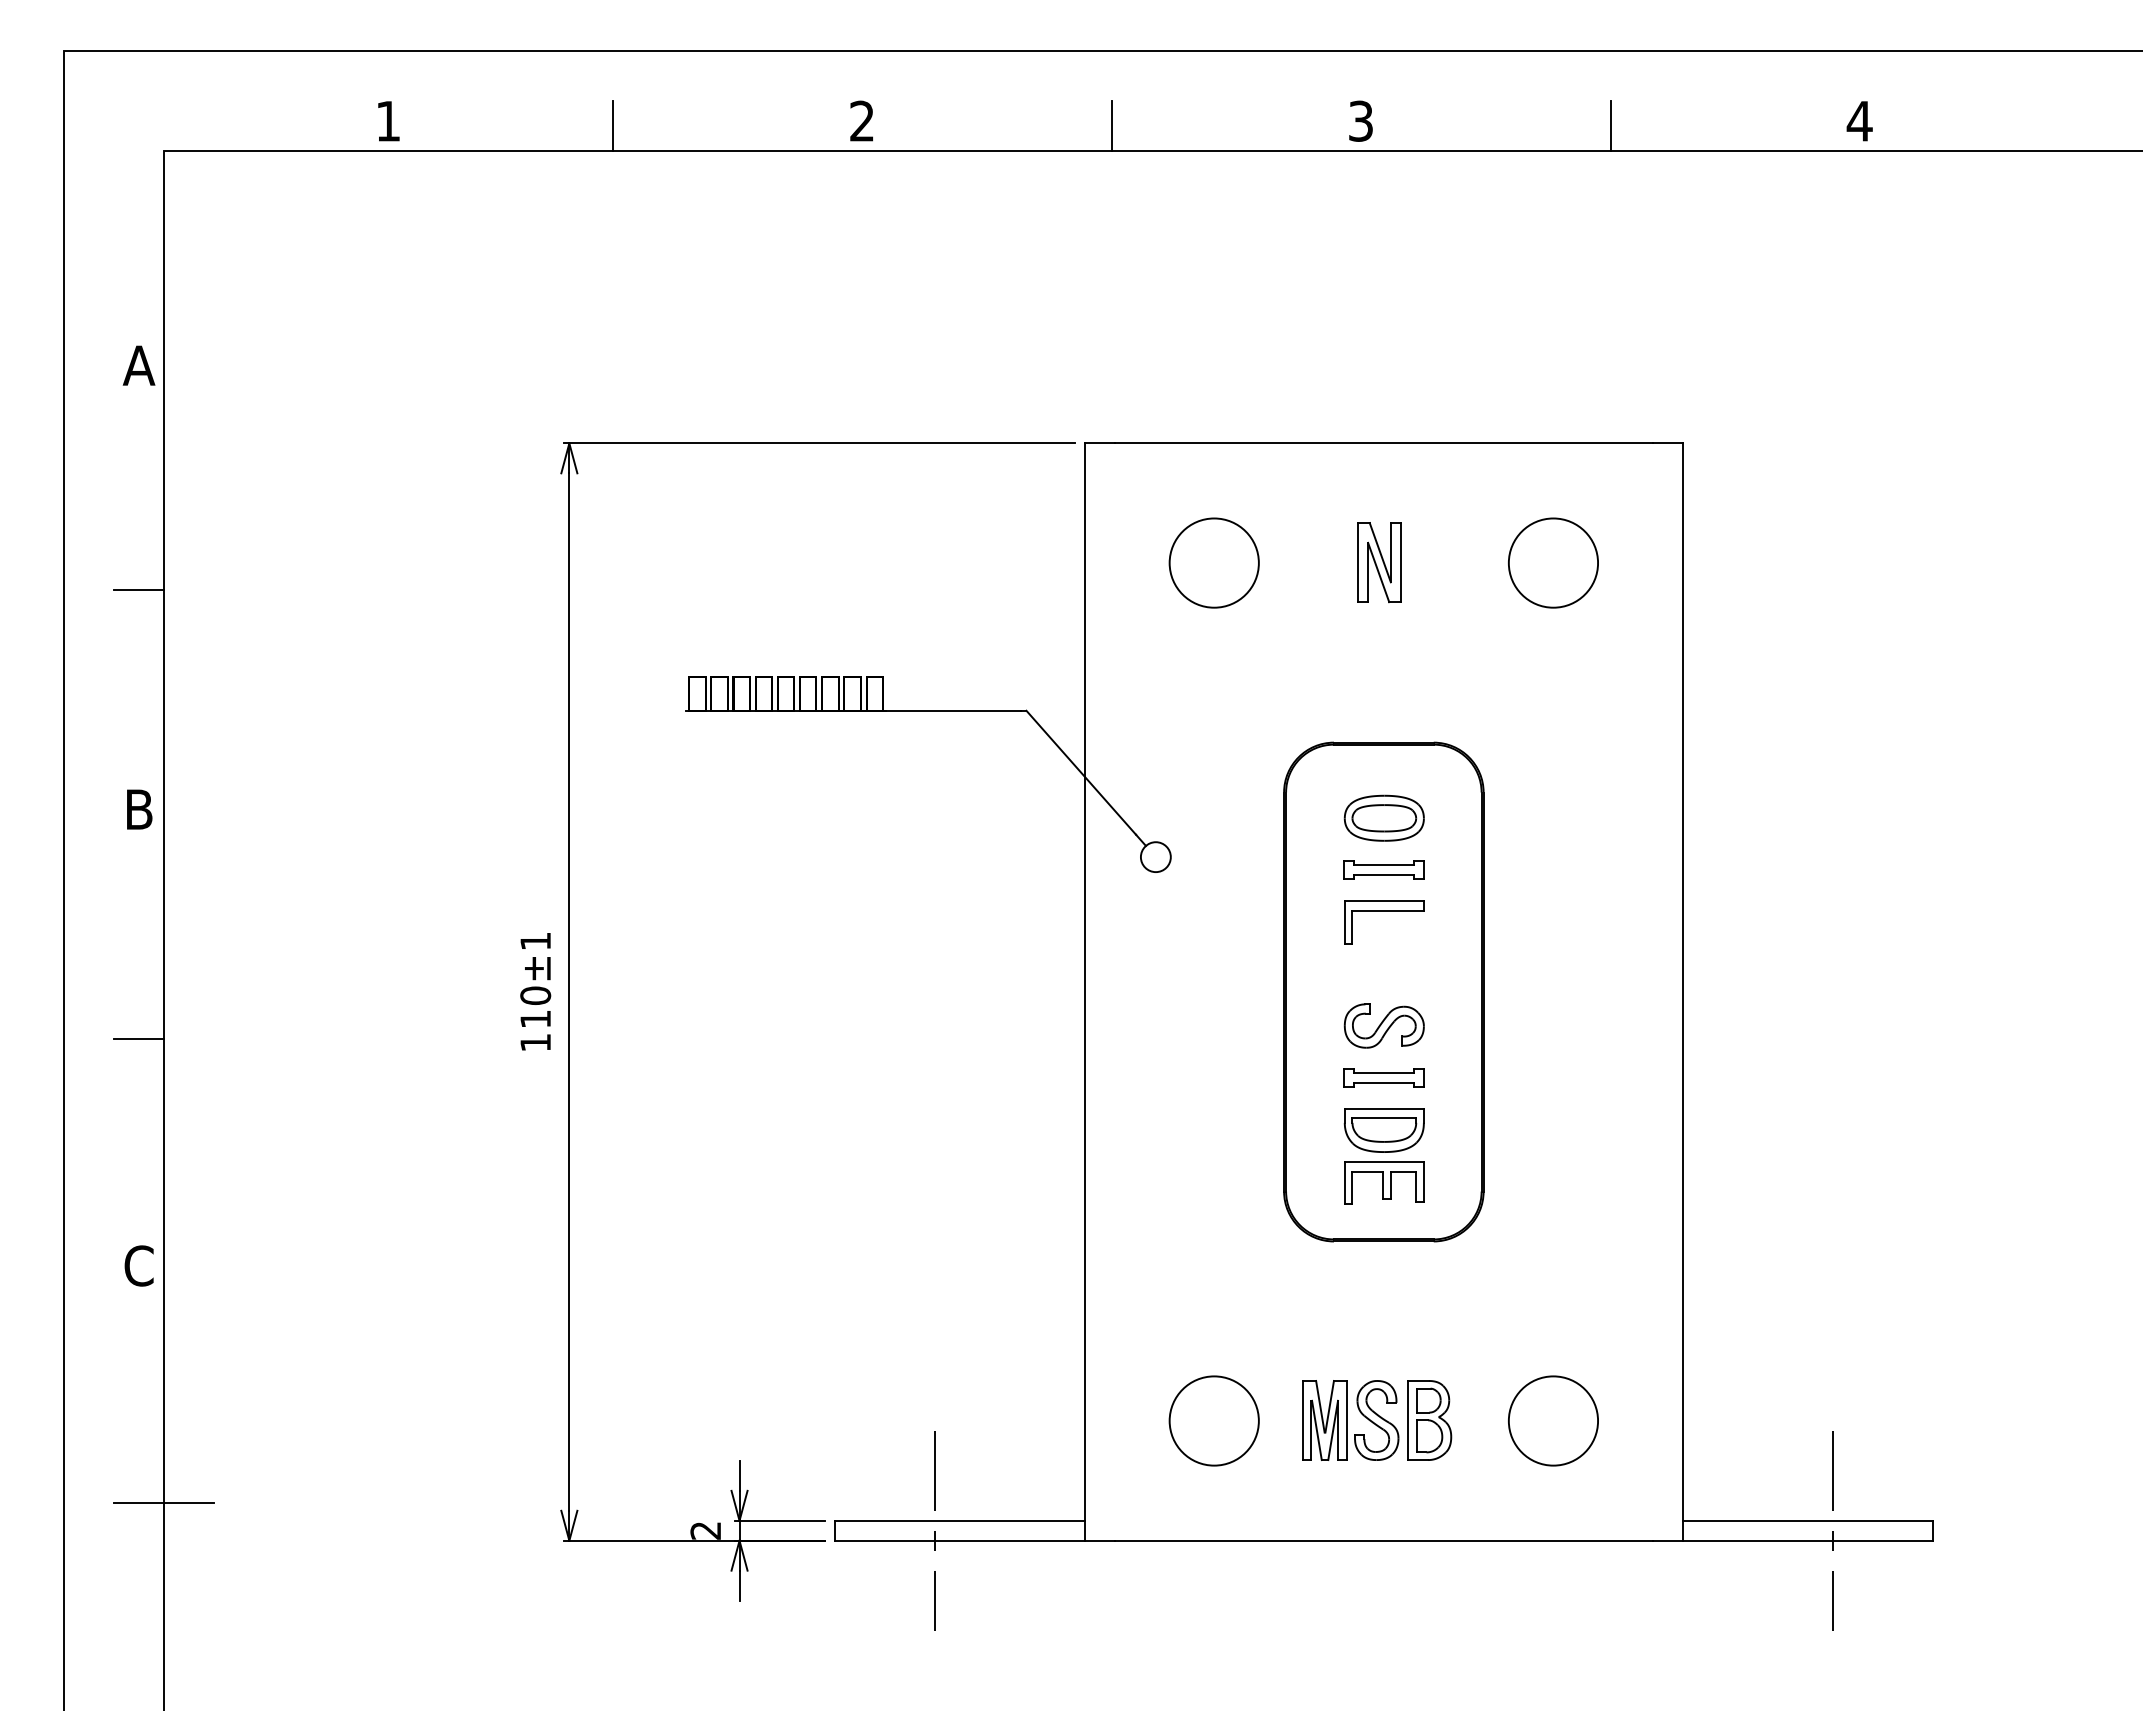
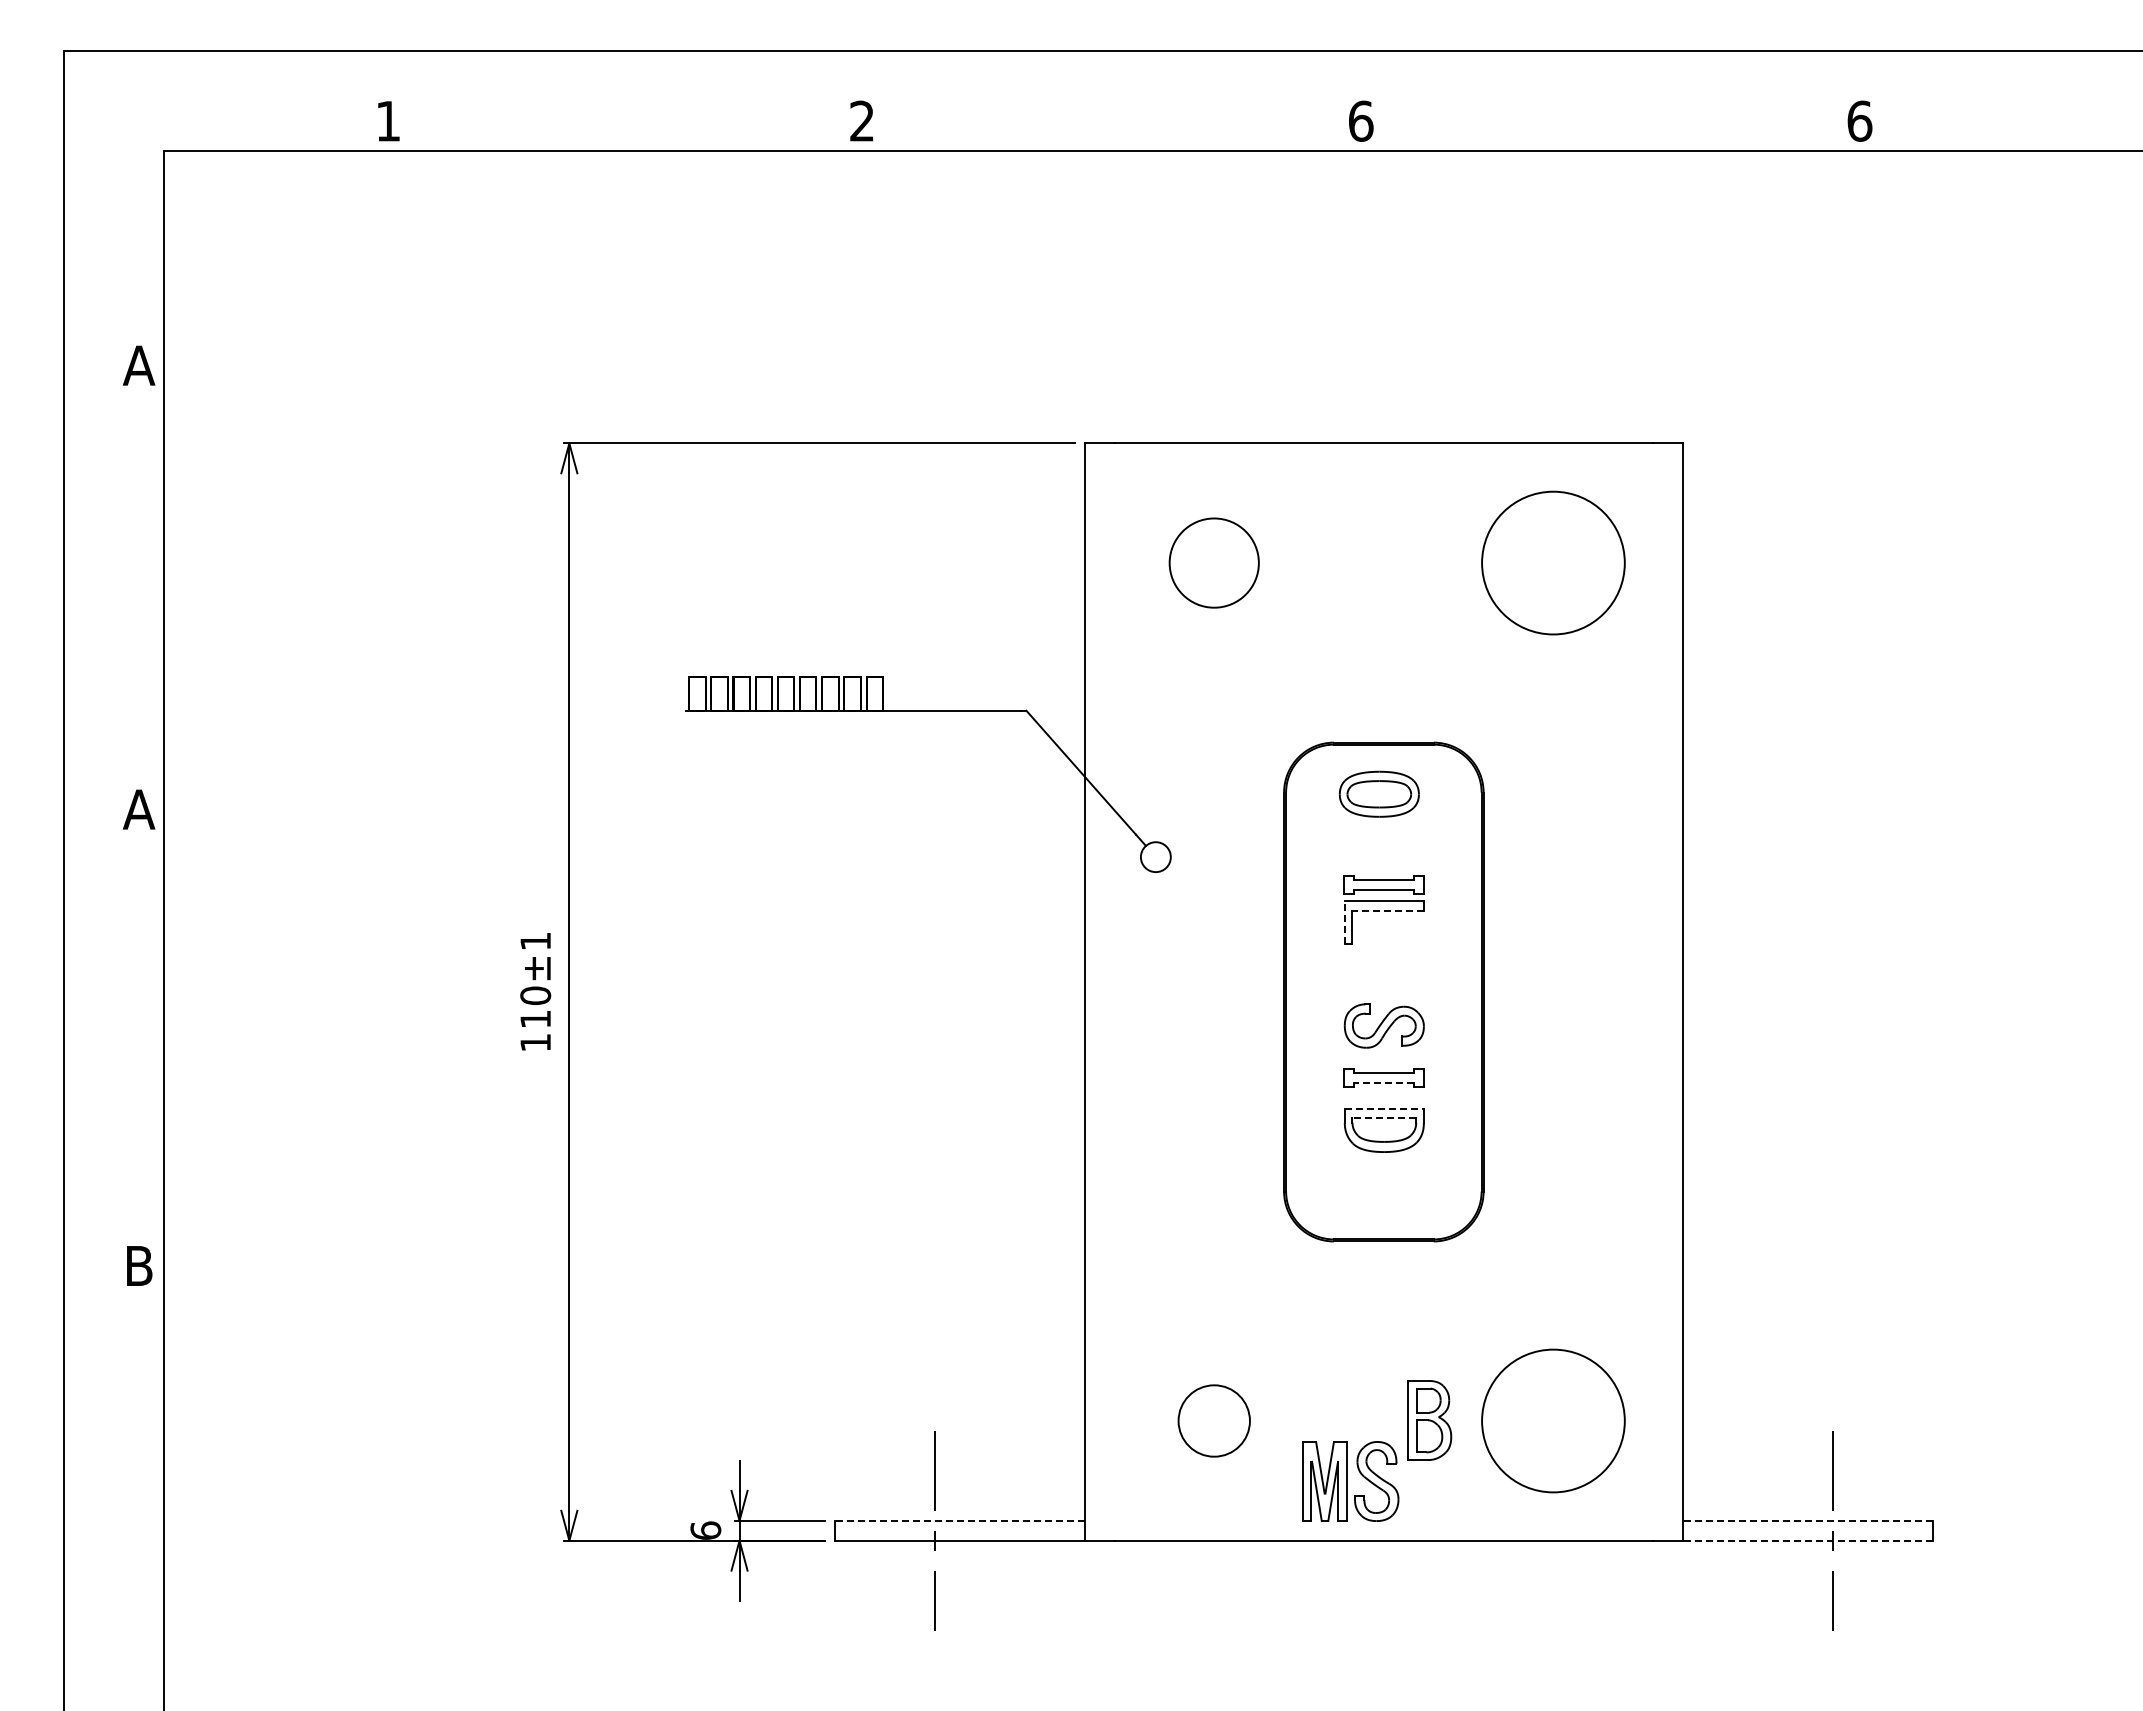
text at (1361, 120): 3 -> 6
text at (1859, 120): 4 -> 6
line at (612, 126): present -> none
line at (1111, 126): present -> none
line at (1610, 126): present -> none
part at (1379, 562): present -> none
circle at (1553, 562) diameter: 89 px -> 143 px
line at (139, 590): present -> none
text at (138, 809): B -> A
part at (1383, 817) position: (1383, 817) -> (1378, 793)
part at (1383, 869) position: (1383, 869) -> (1383, 884)
line at (1388, 911): solid -> dashed
line at (1344, 922): solid -> dashed
line at (139, 1039): present -> none
line at (1383, 1082): solid -> dashed
line at (1384, 1108): solid -> dashed
line at (1384, 1118): solid -> dashed
part at (1384, 1182): present -> none
text at (138, 1265): C -> B
circle at (1213, 1420) diameter: 89 px -> 71 px
part at (1350, 1420) position: (1350, 1420) -> (1350, 1481)
circle at (1553, 1420) diameter: 89 px -> 143 px
line at (163, 1502): present -> none
line at (959, 1520): solid -> dashed
line at (1807, 1520): solid -> dashed
text at (705, 1530): 2 -> 6
line at (1807, 1540): solid -> dashed
